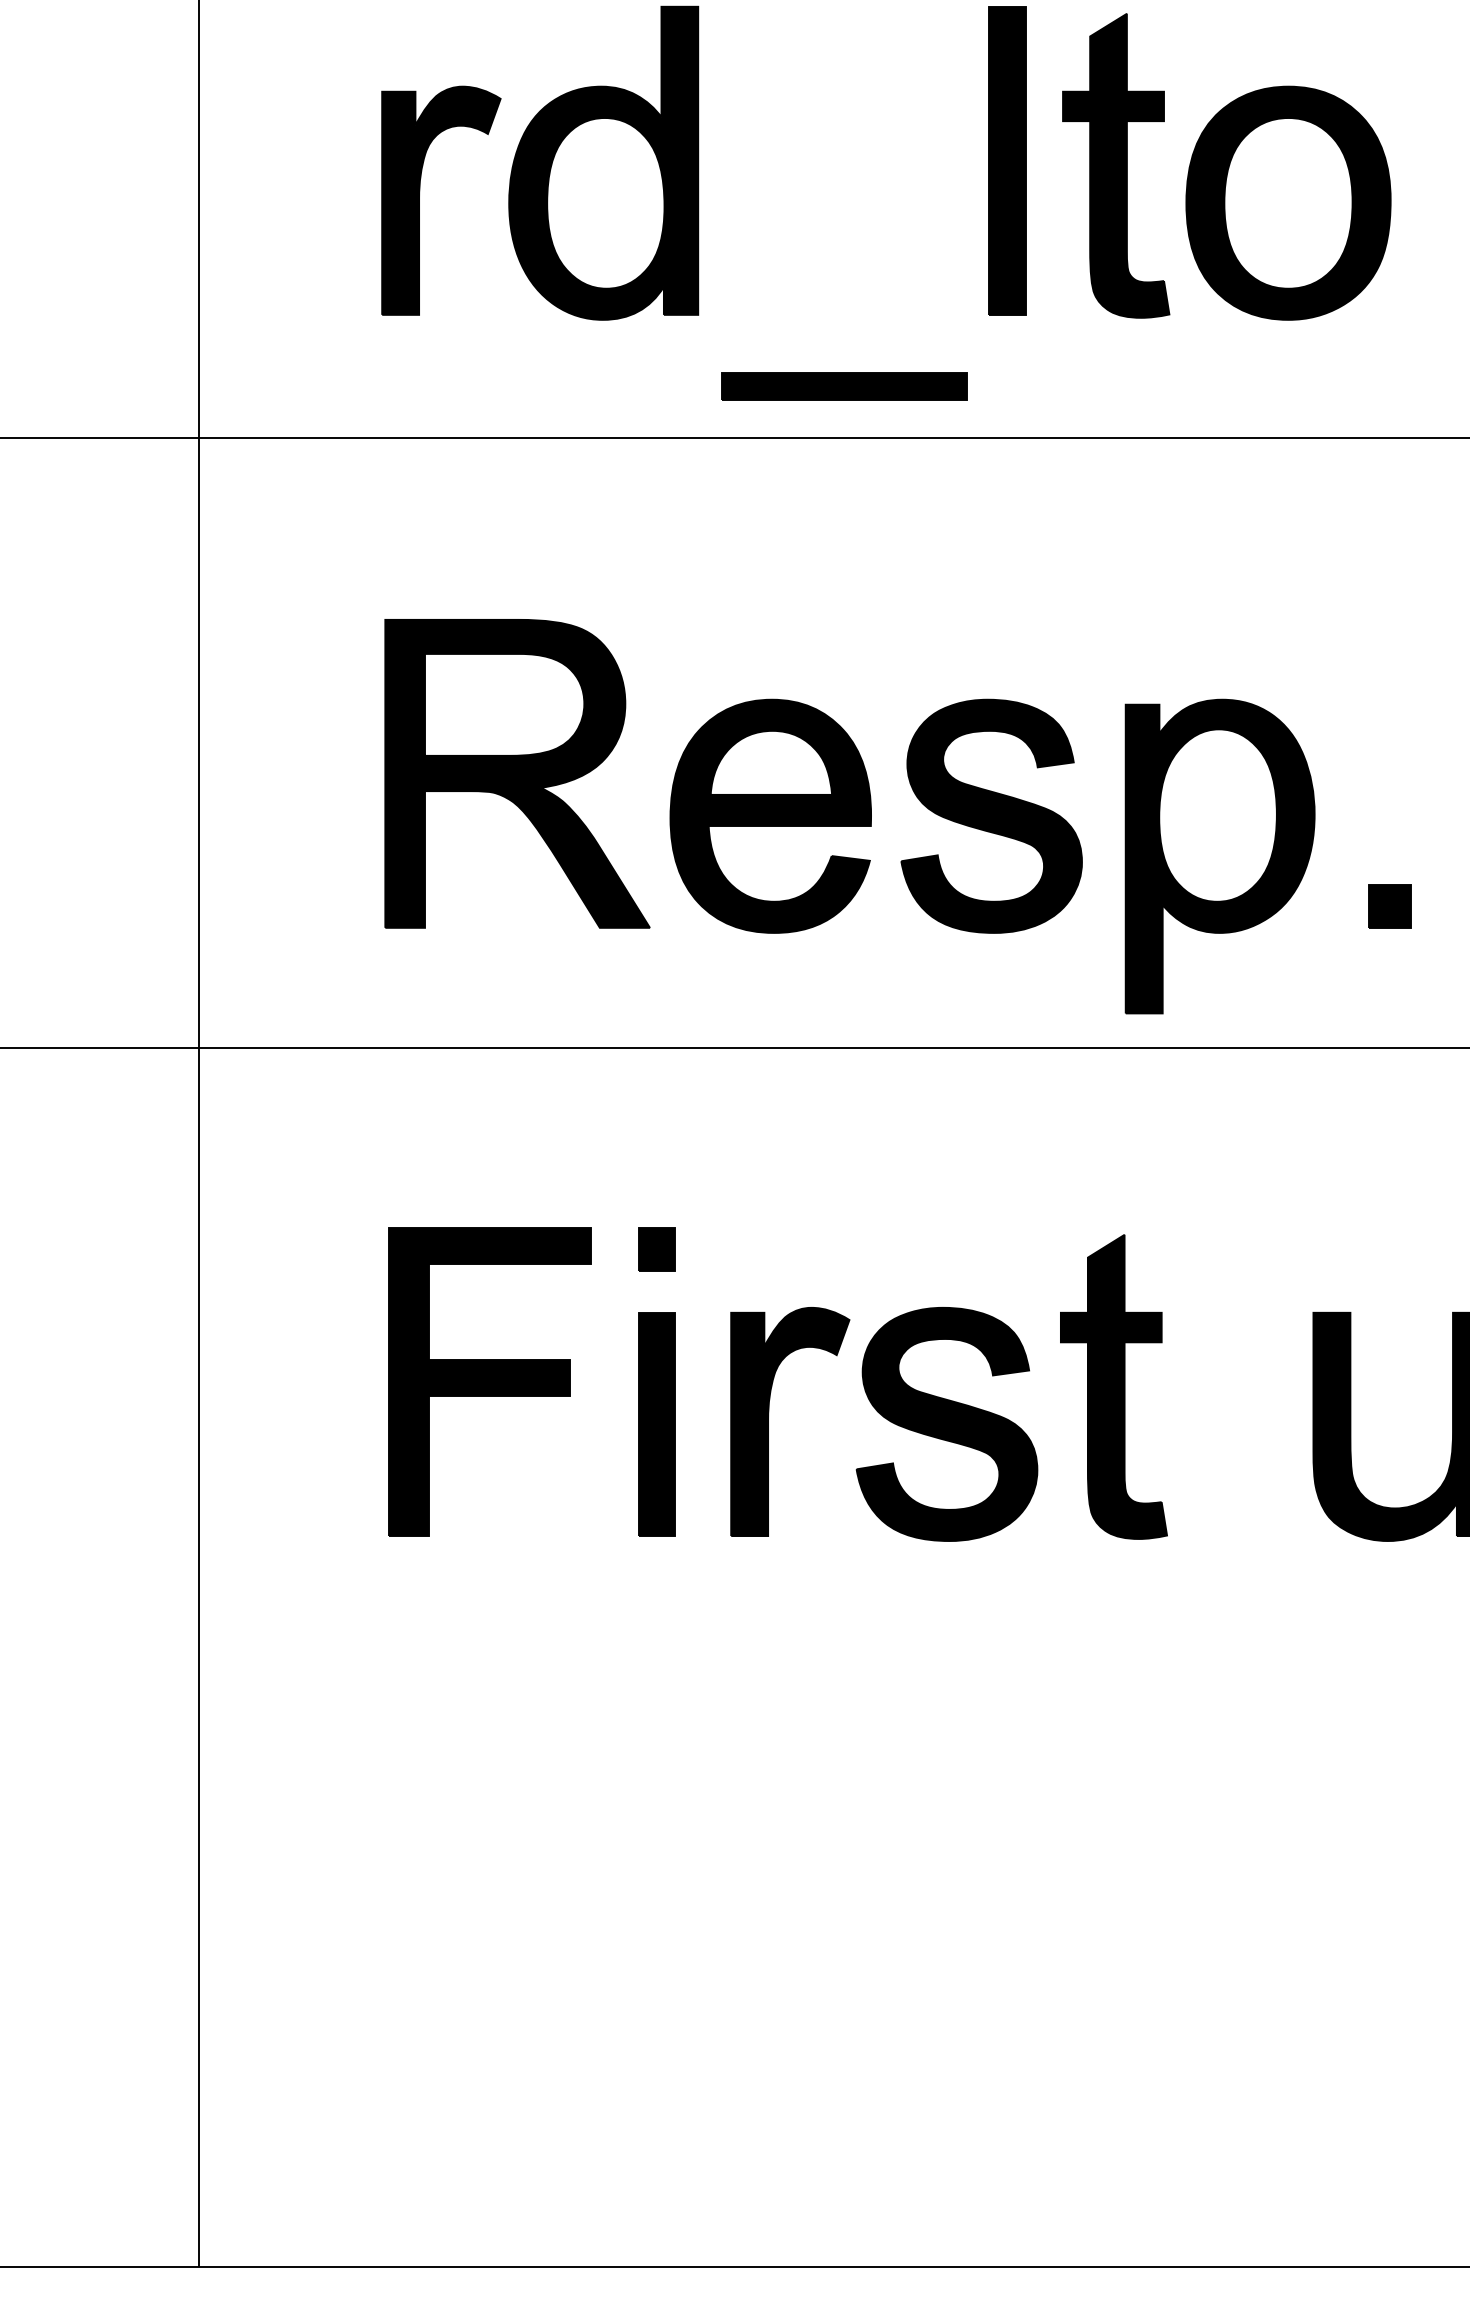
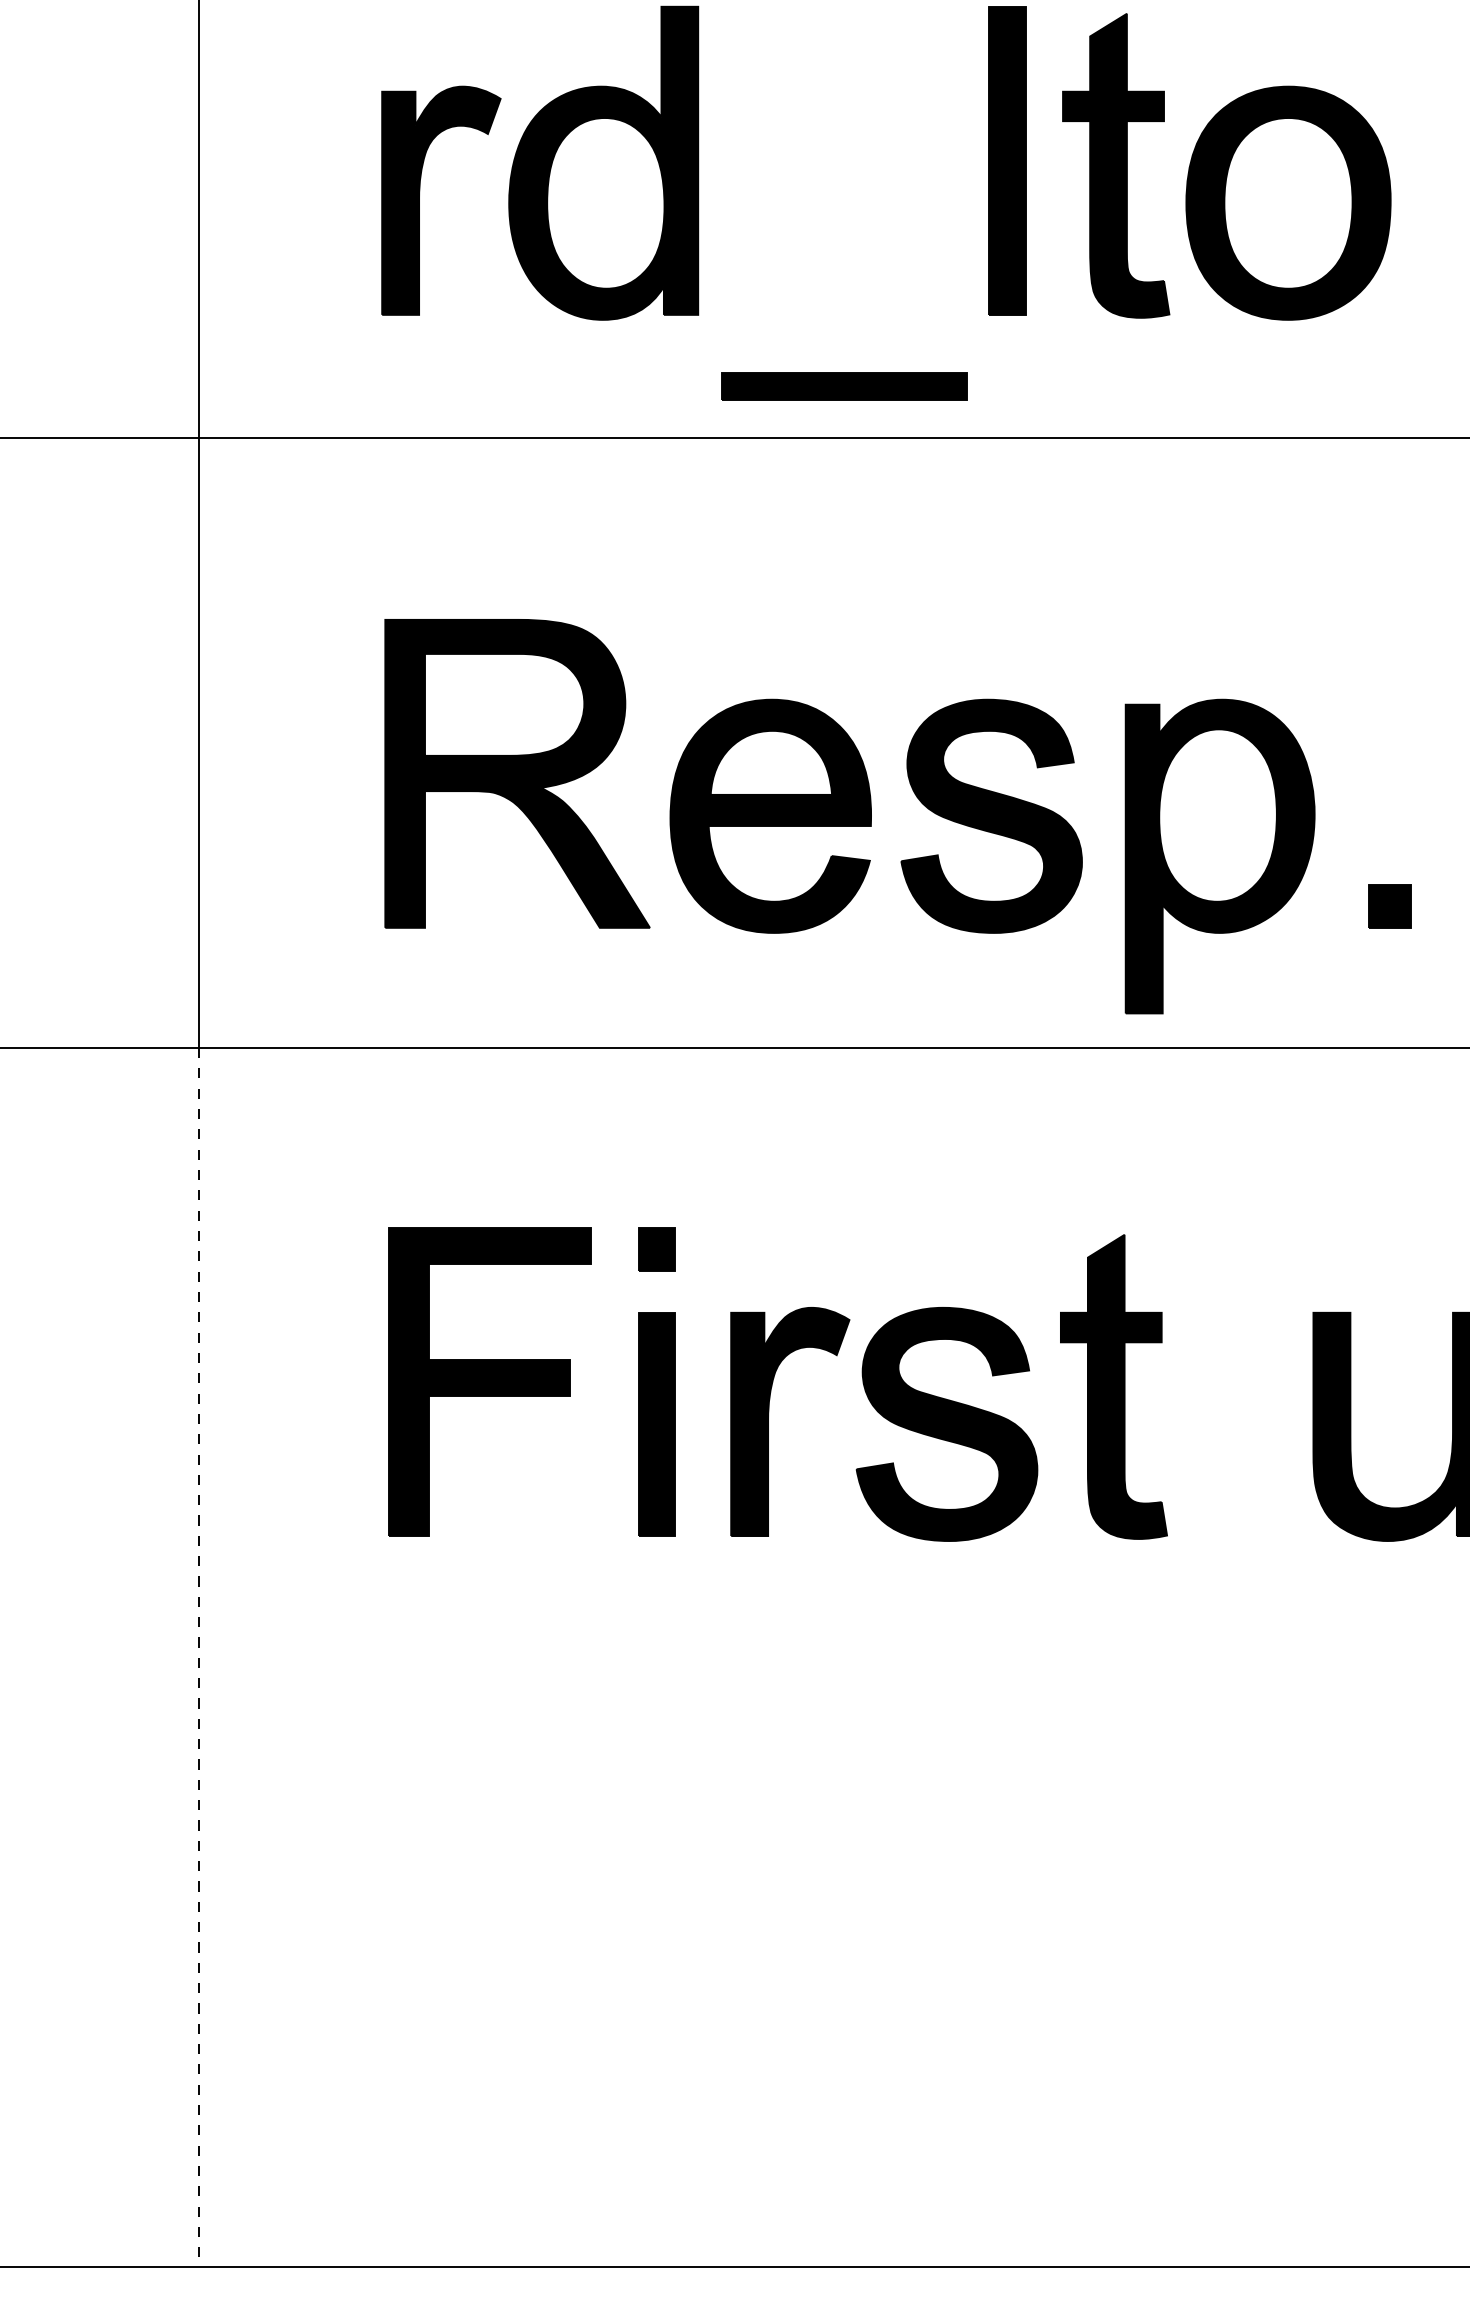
line at (198, 1657): solid -> dashed
